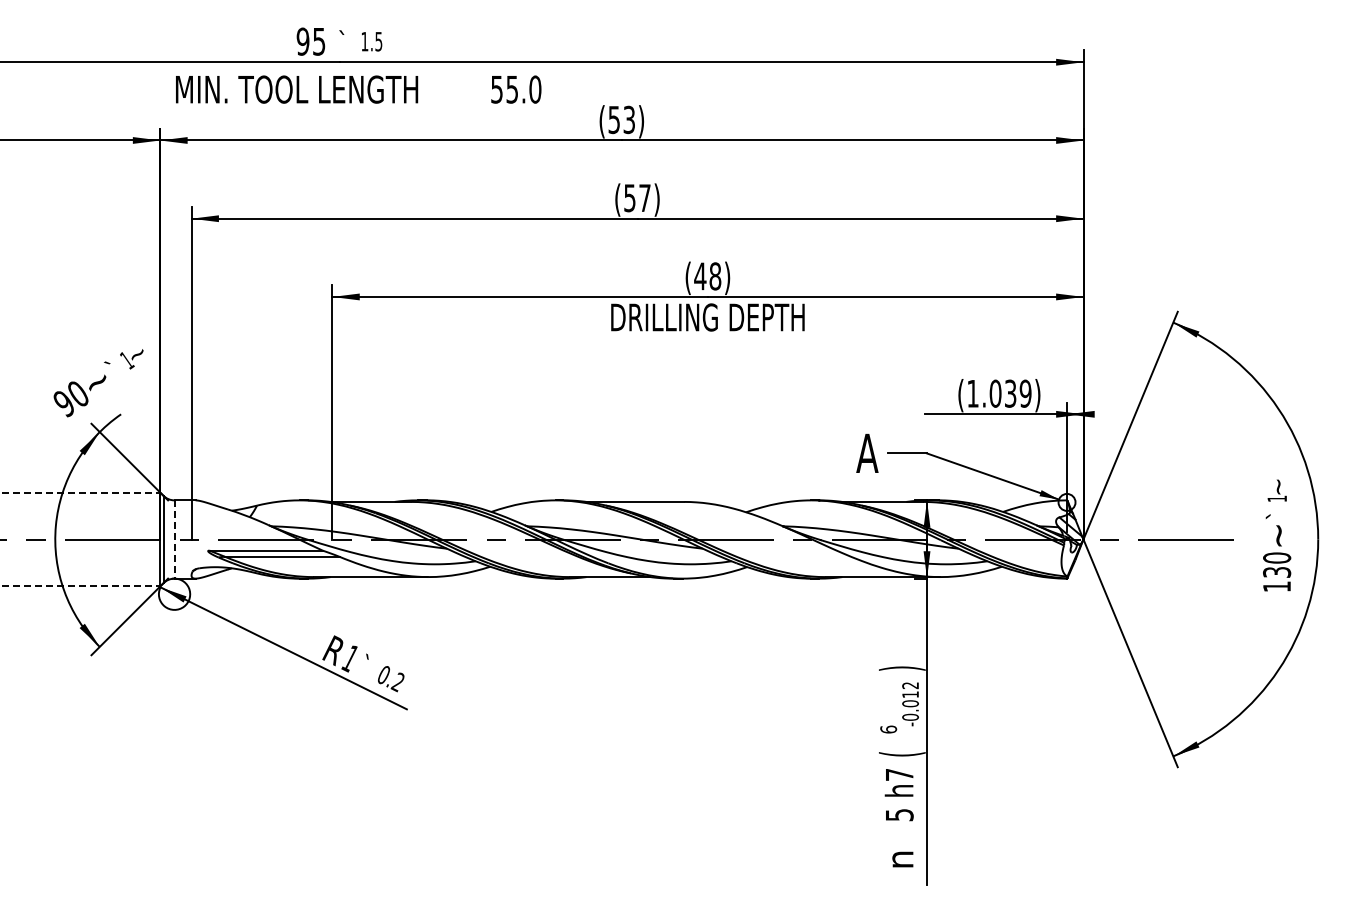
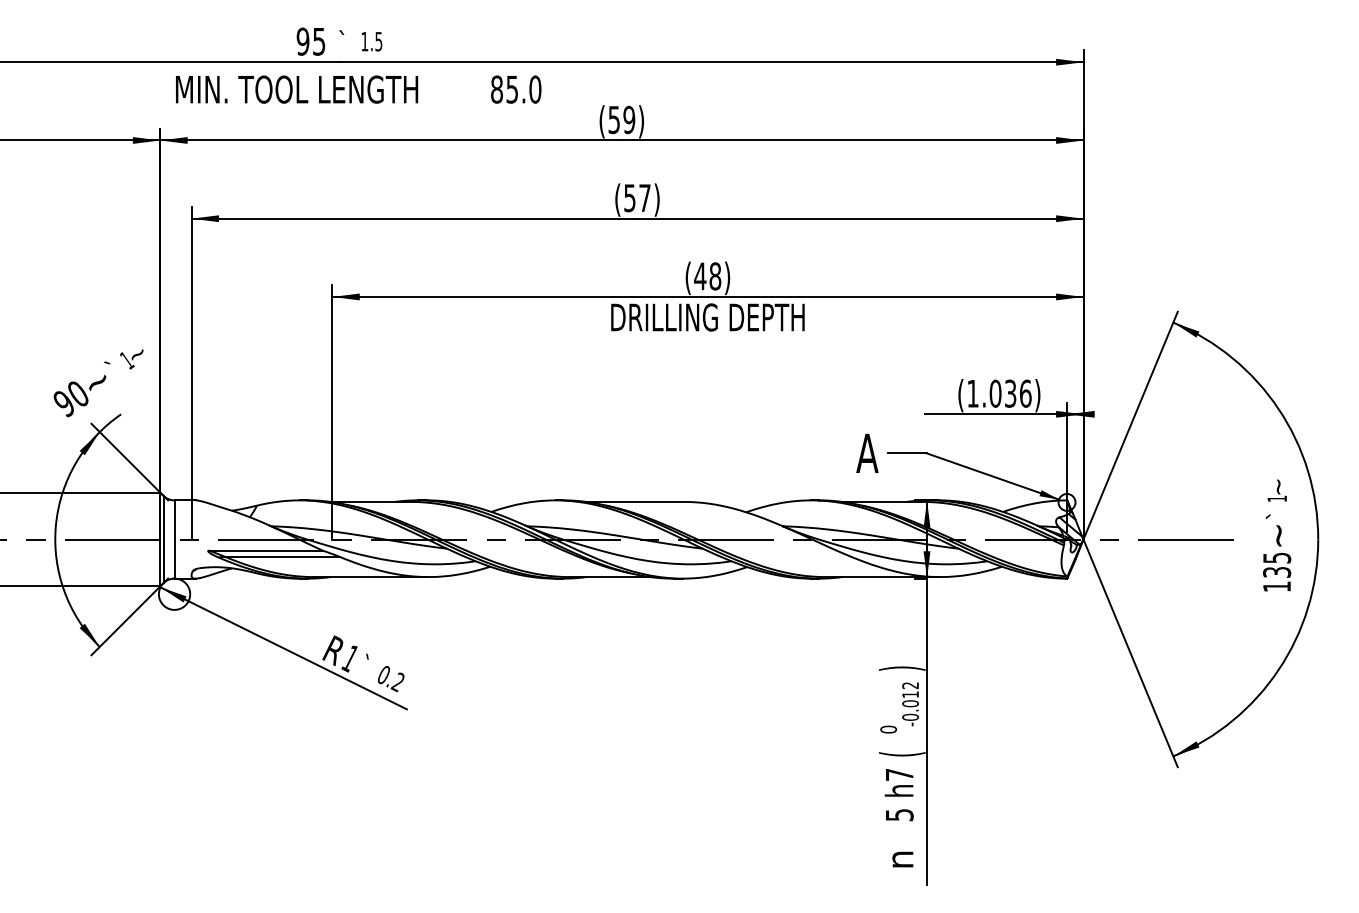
text at (497, 89): 55.0 -> 85.0
text at (629, 119): (53) -> (59)
text at (1025, 393): (1.039) -> (1.036)
line at (80, 492): dashed -> solid
line at (174, 540): dashed -> solid
text at (1277, 557): 130 -> 135
line at (80, 586): dashed -> solid
text at (888, 729): 6 -> 0
